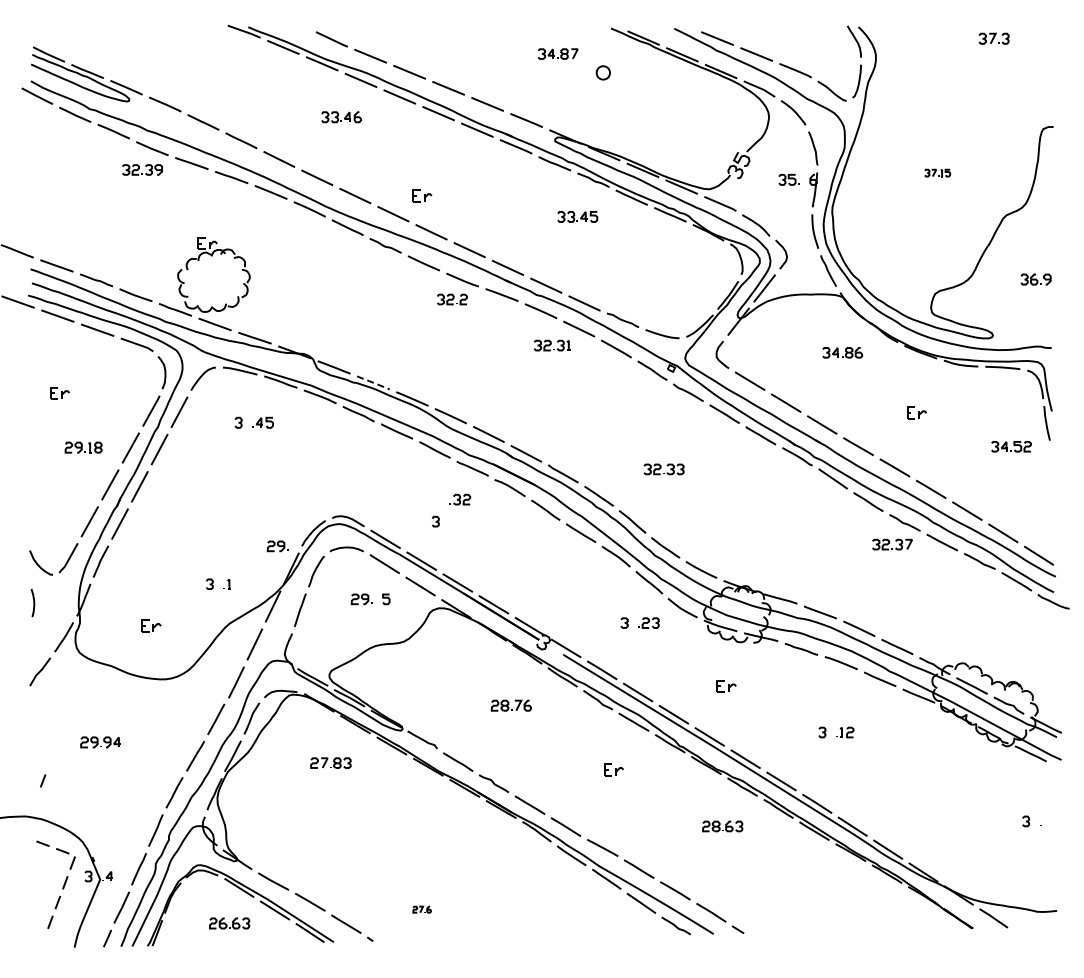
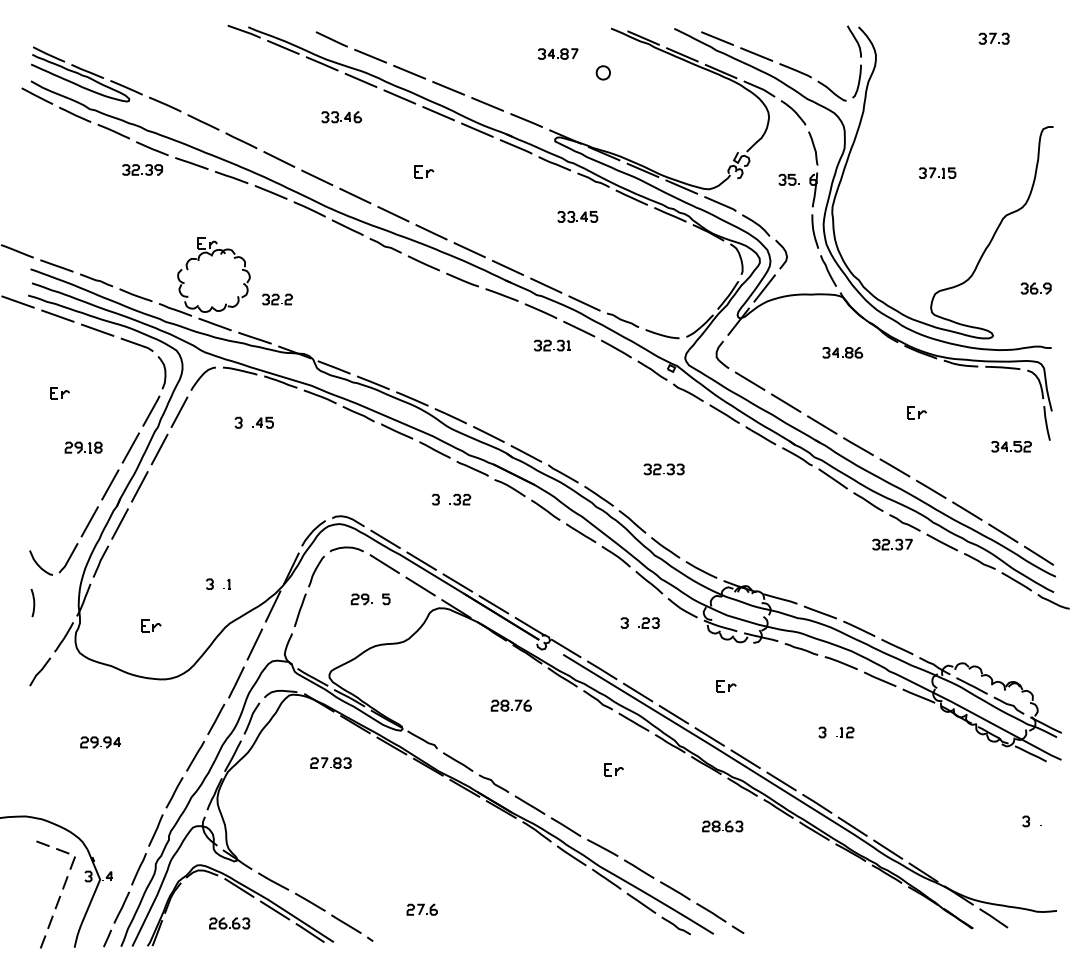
part at (937, 172) size: 28x10 px -> 38x12 px
part at (422, 195) position: (422, 195) -> (424, 171)
part at (1035, 279) position: (1035, 279) -> (1035, 288)
part at (452, 299) position: (452, 299) -> (277, 299)
line at (373, 382): dashed -> solid
part at (435, 521) position: (435, 521) -> (435, 499)
part at (277, 546): present -> none
line at (43, 780) position: (43, 780) -> (43, 941)
part at (421, 909) size: 20x9 px -> 32x13 px
